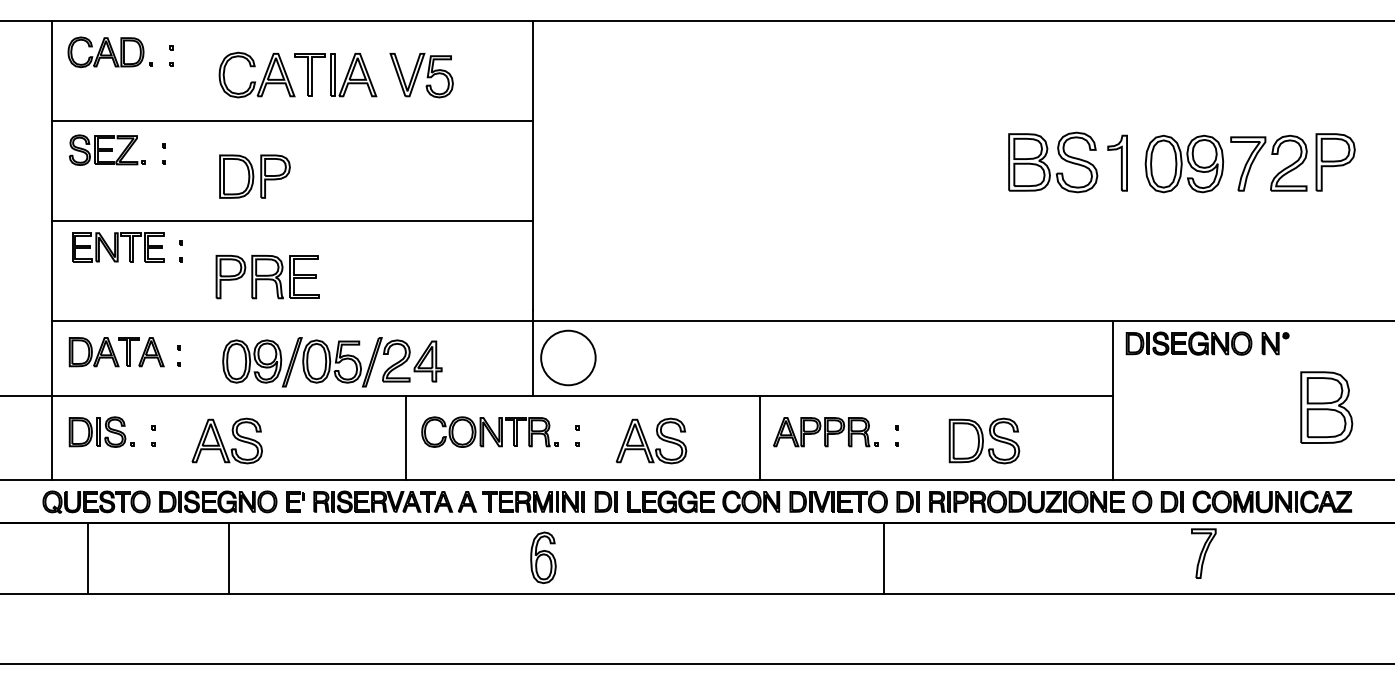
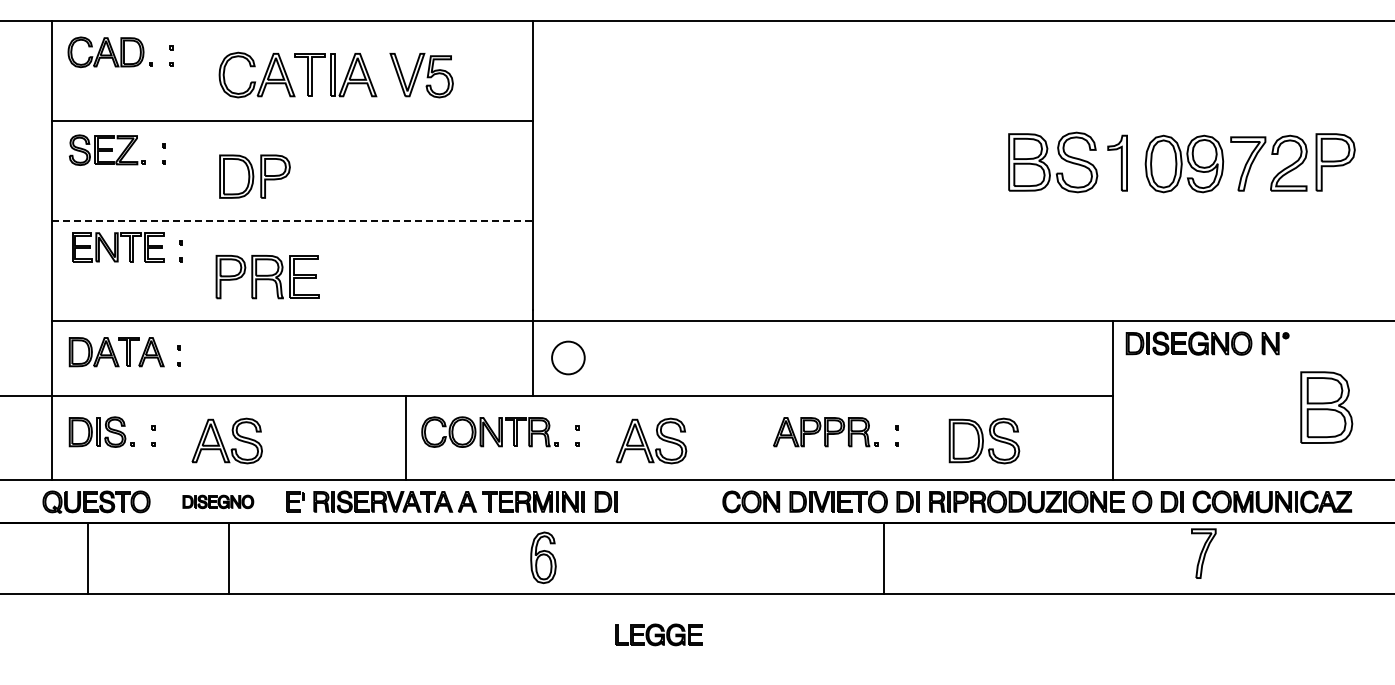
line at (293, 220): solid -> dashed
circle at (568, 357) diameter: 55 px -> 33 px
part at (332, 362): present -> none
line at (759, 437): present -> none
part at (218, 501) size: 119x24 px -> 73x16 px
part at (670, 501) position: (670, 501) -> (658, 634)
line at (696, 664): present -> none
